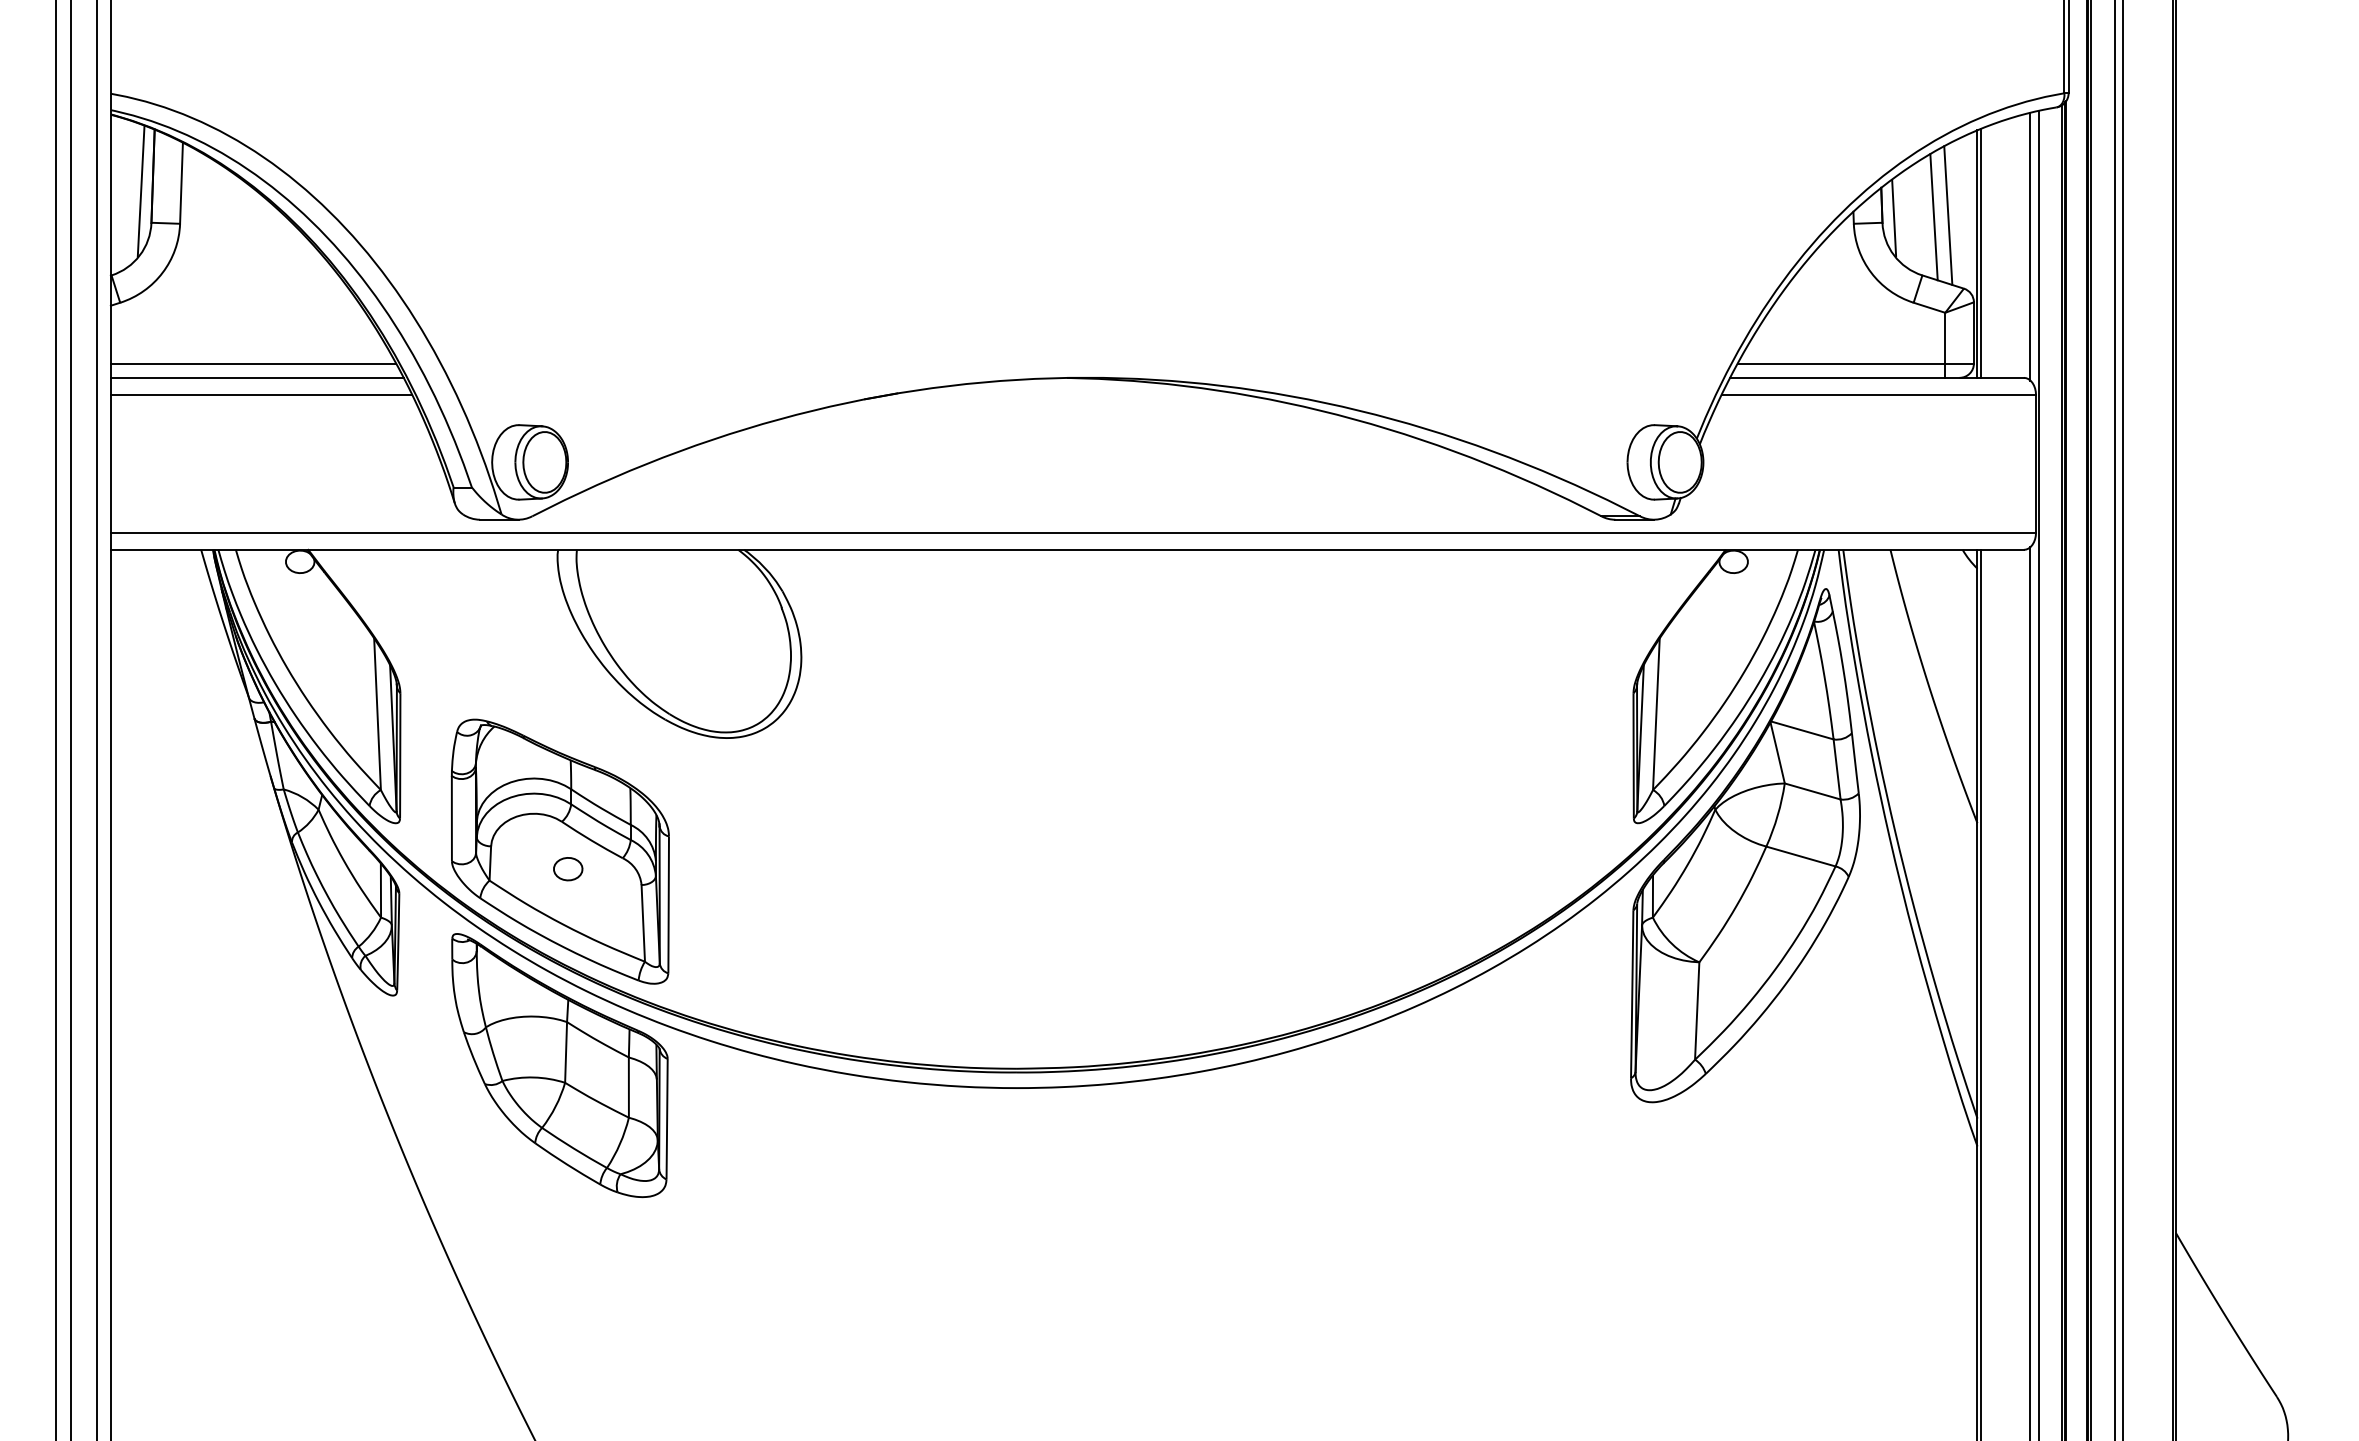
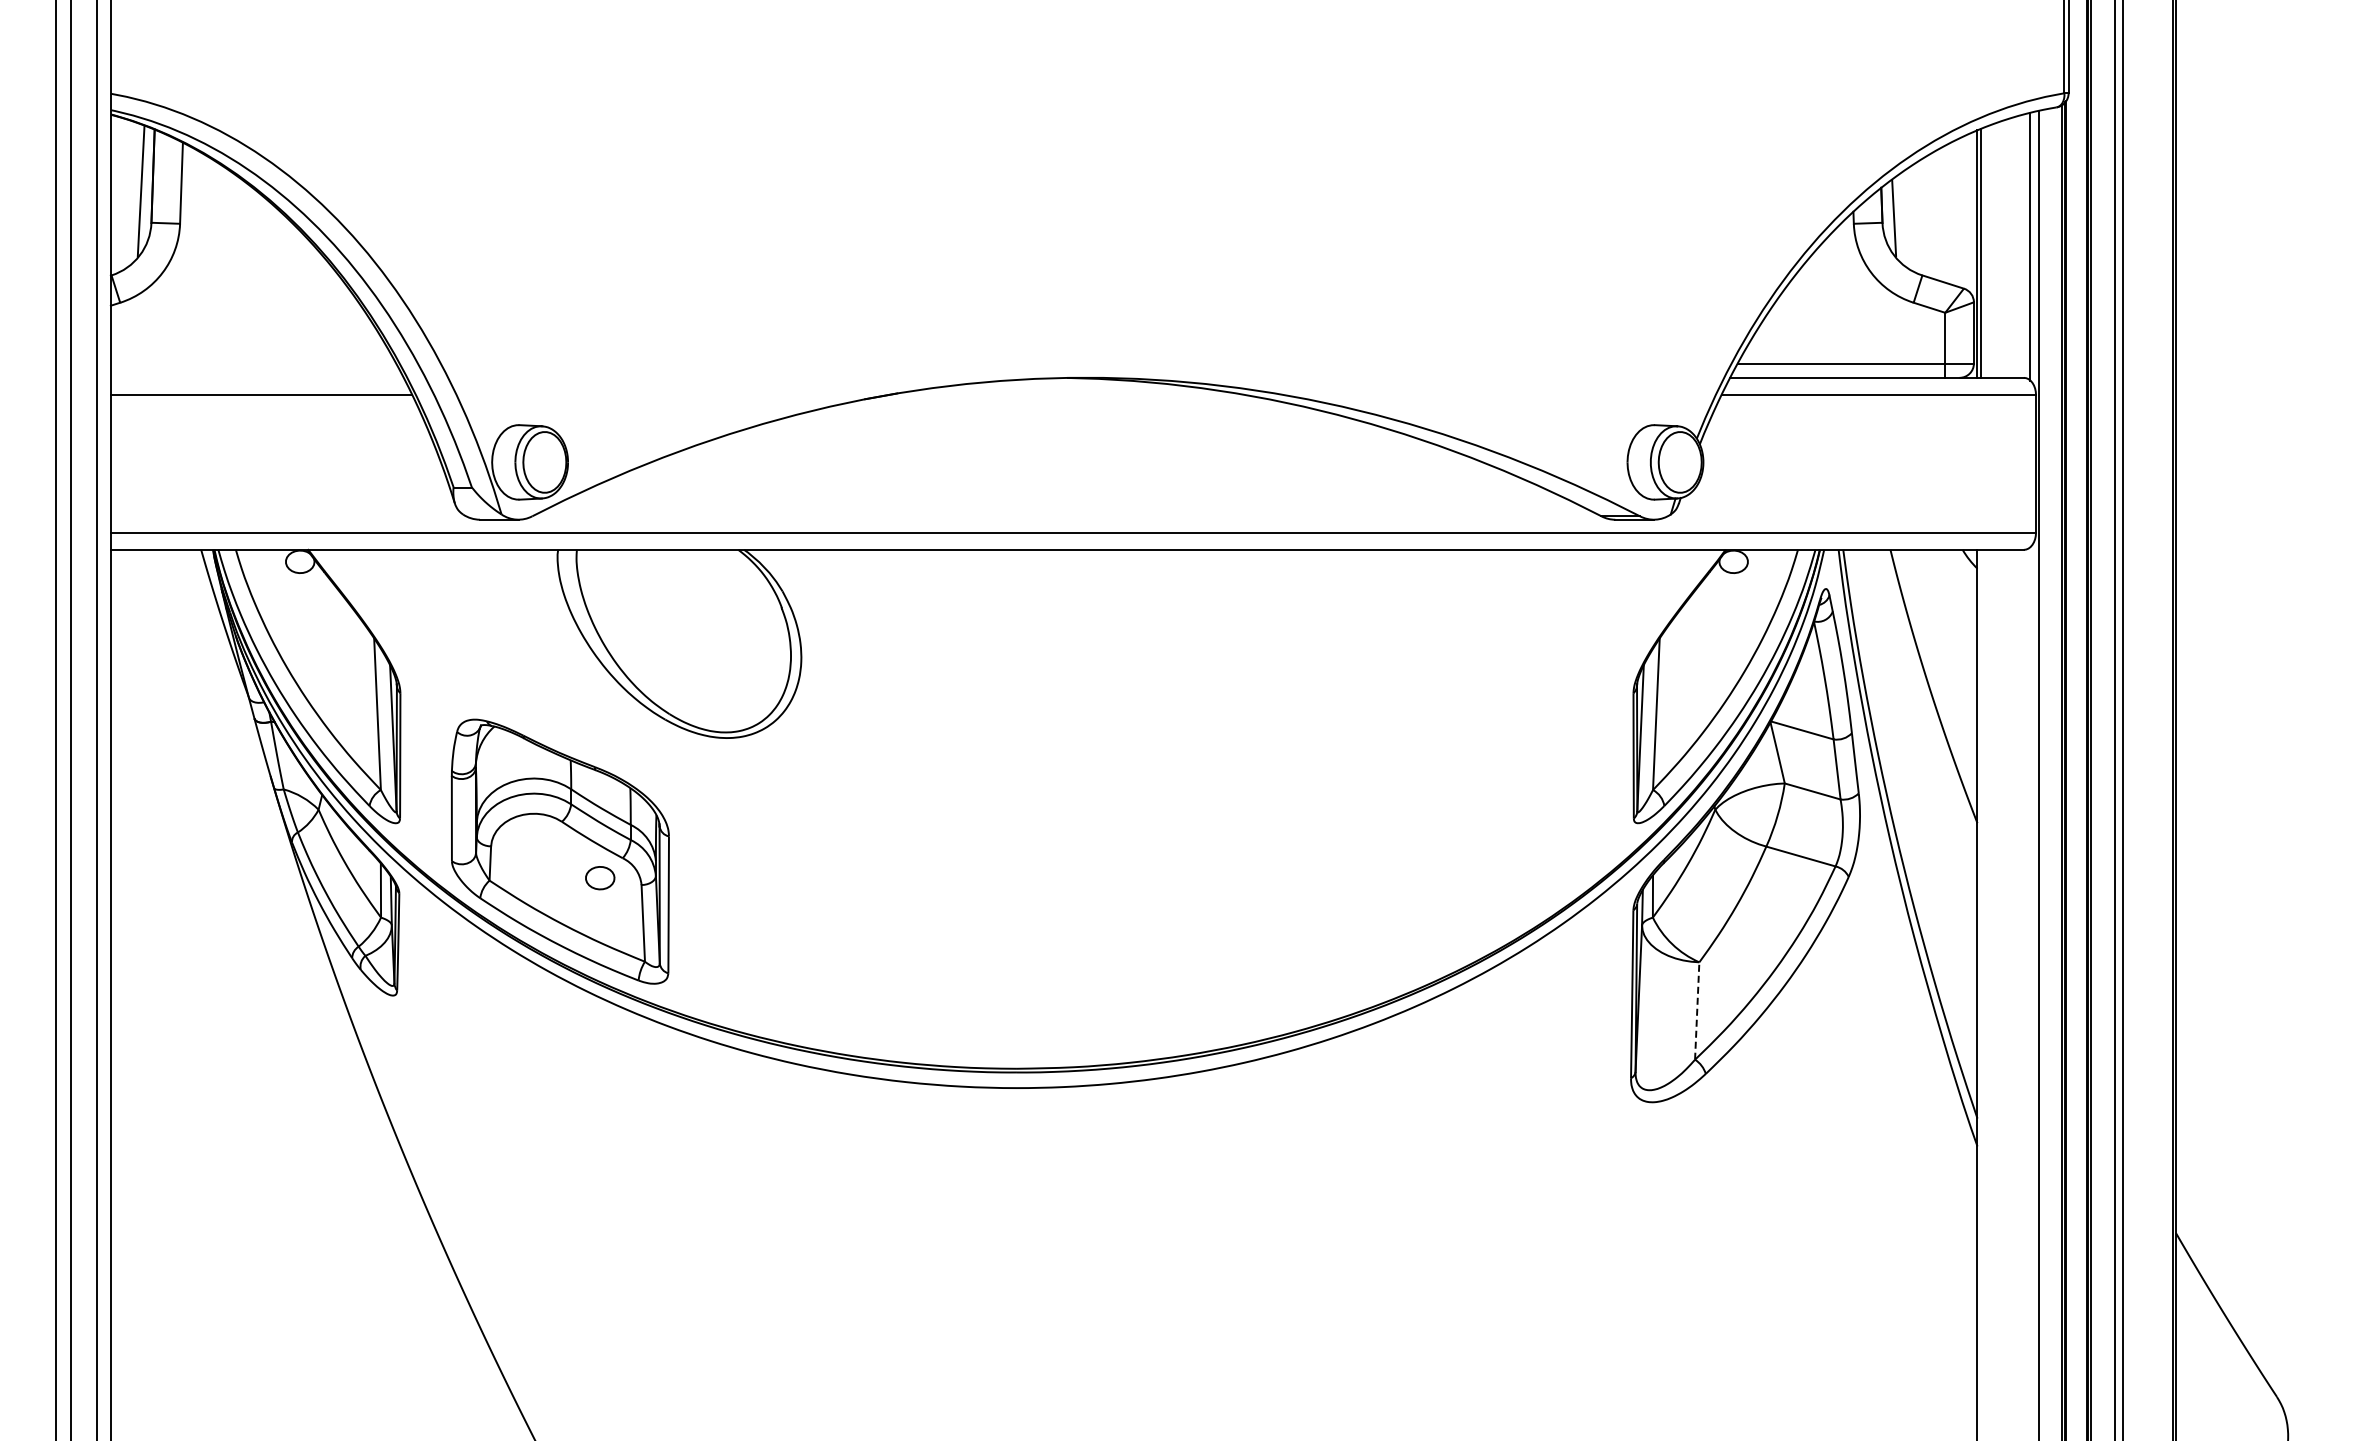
line at (1948, 215): present -> none
line at (1933, 217): present -> none
line at (253, 363): present -> none
line at (256, 377): present -> none
part at (568, 869) position: (568, 869) -> (600, 878)
line at (2030, 992): present -> none
line at (1980, 993): present -> none
line at (1697, 1011): solid -> dashed
part at (559, 1065): present -> none
